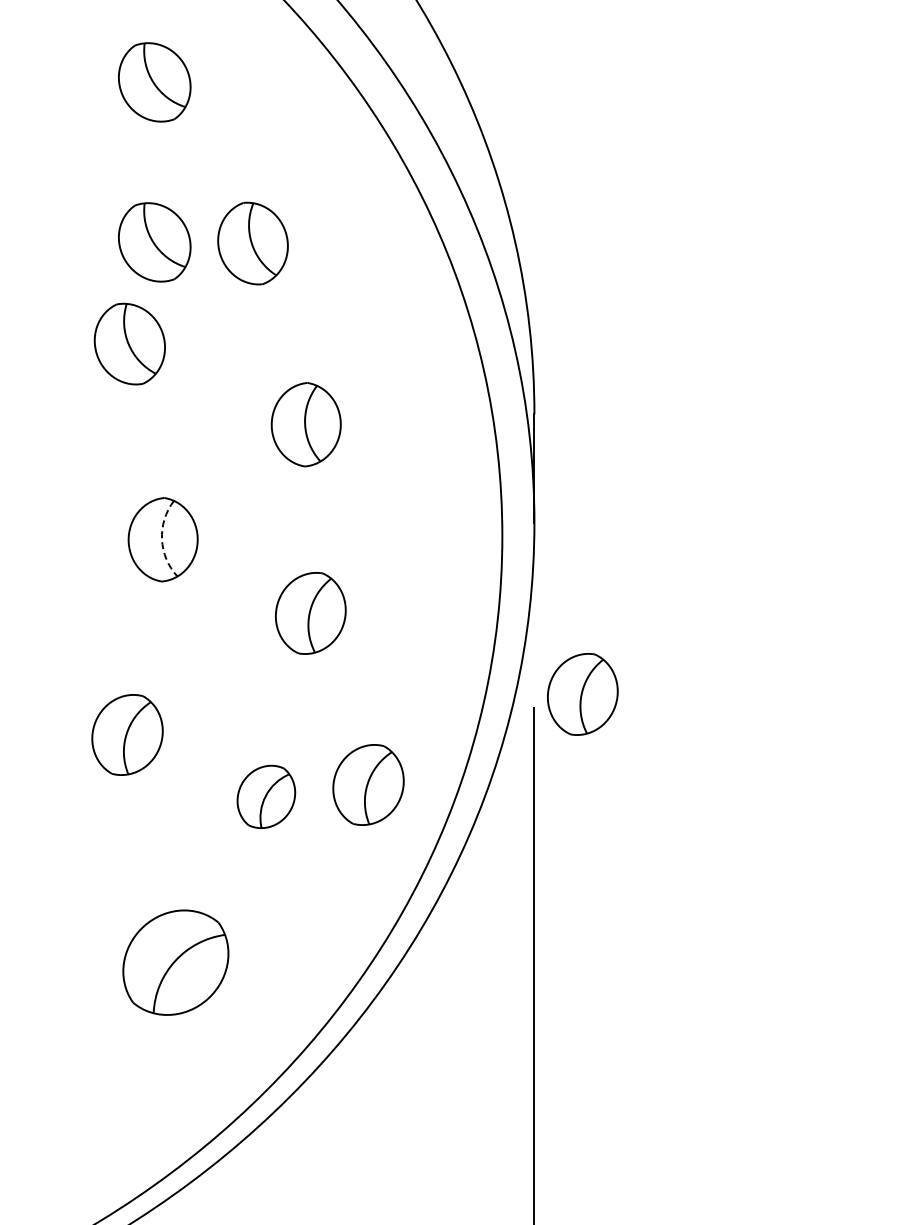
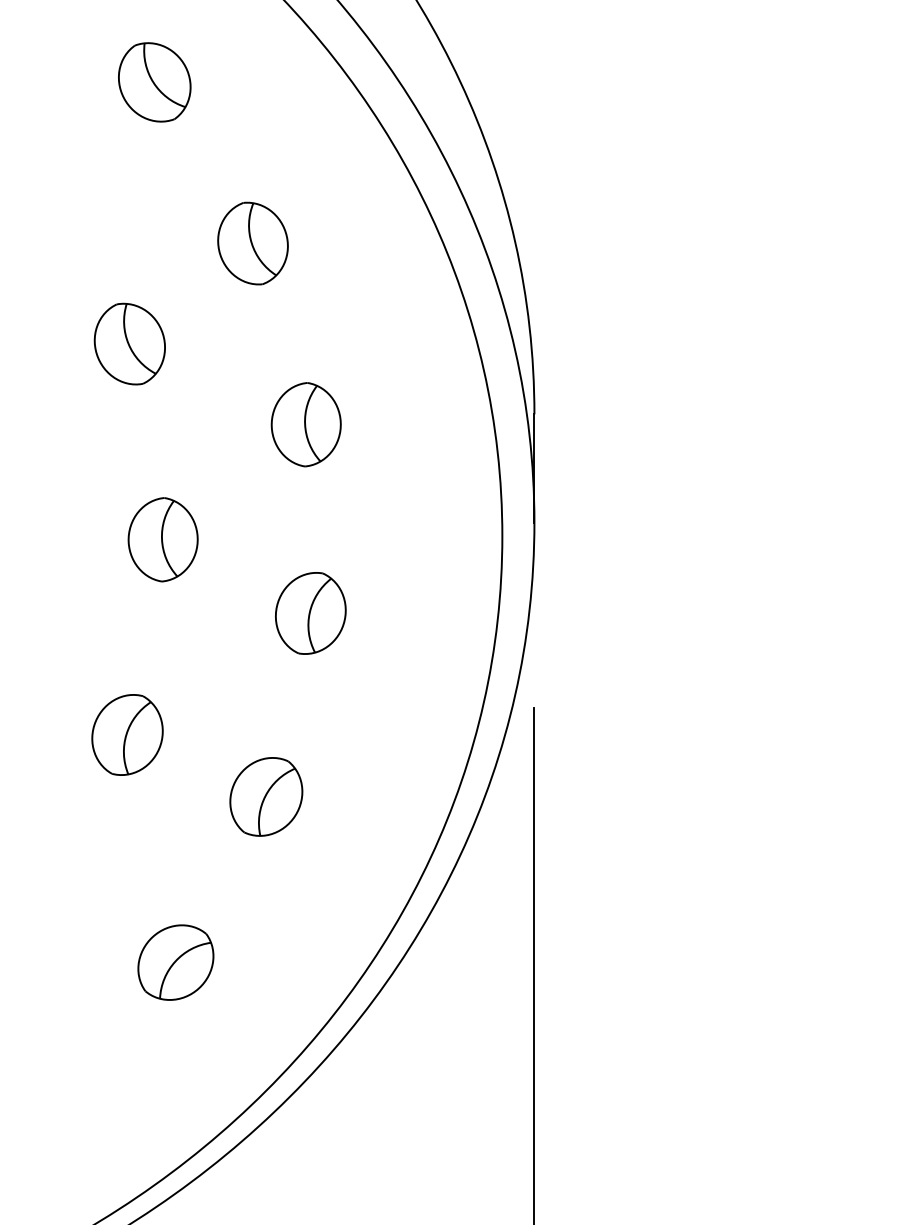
part at (154, 242): present -> none
arc at (162, 539): dashed -> solid
part at (582, 694): present -> none
part at (368, 784): present -> none
part at (266, 796) size: 61x65 px -> 75x80 px
part at (175, 962) size: 108x107 px -> 78x77 px
